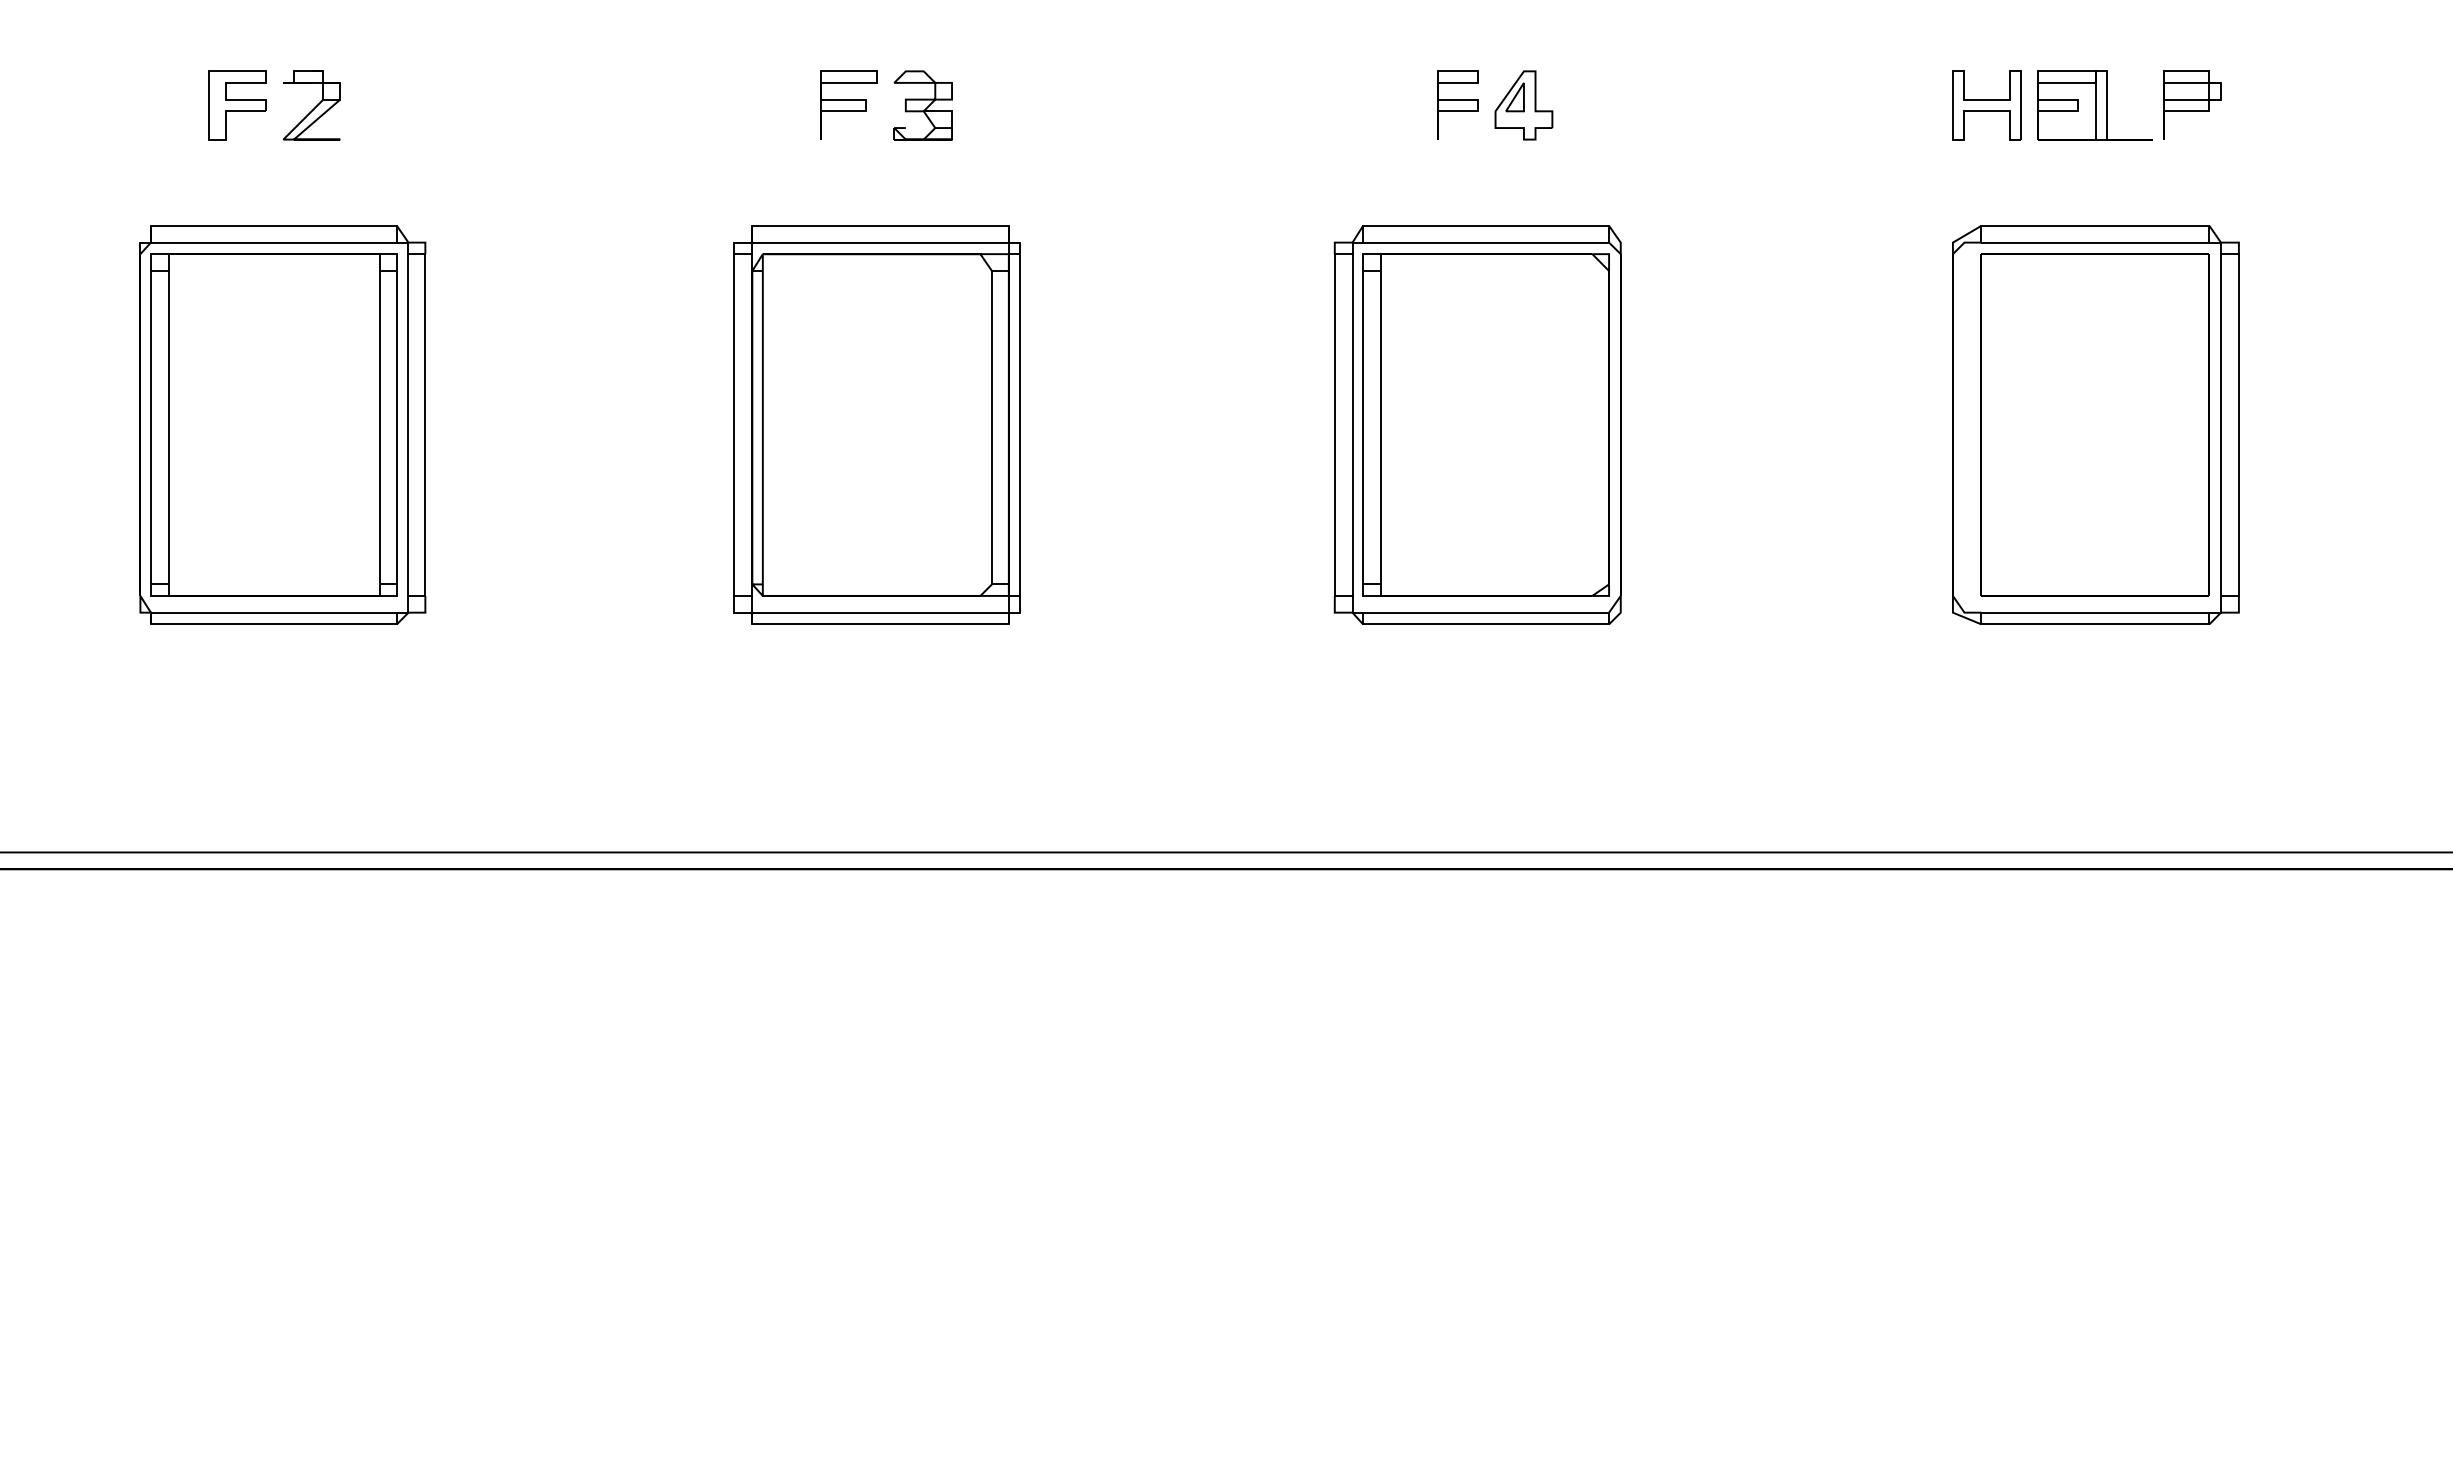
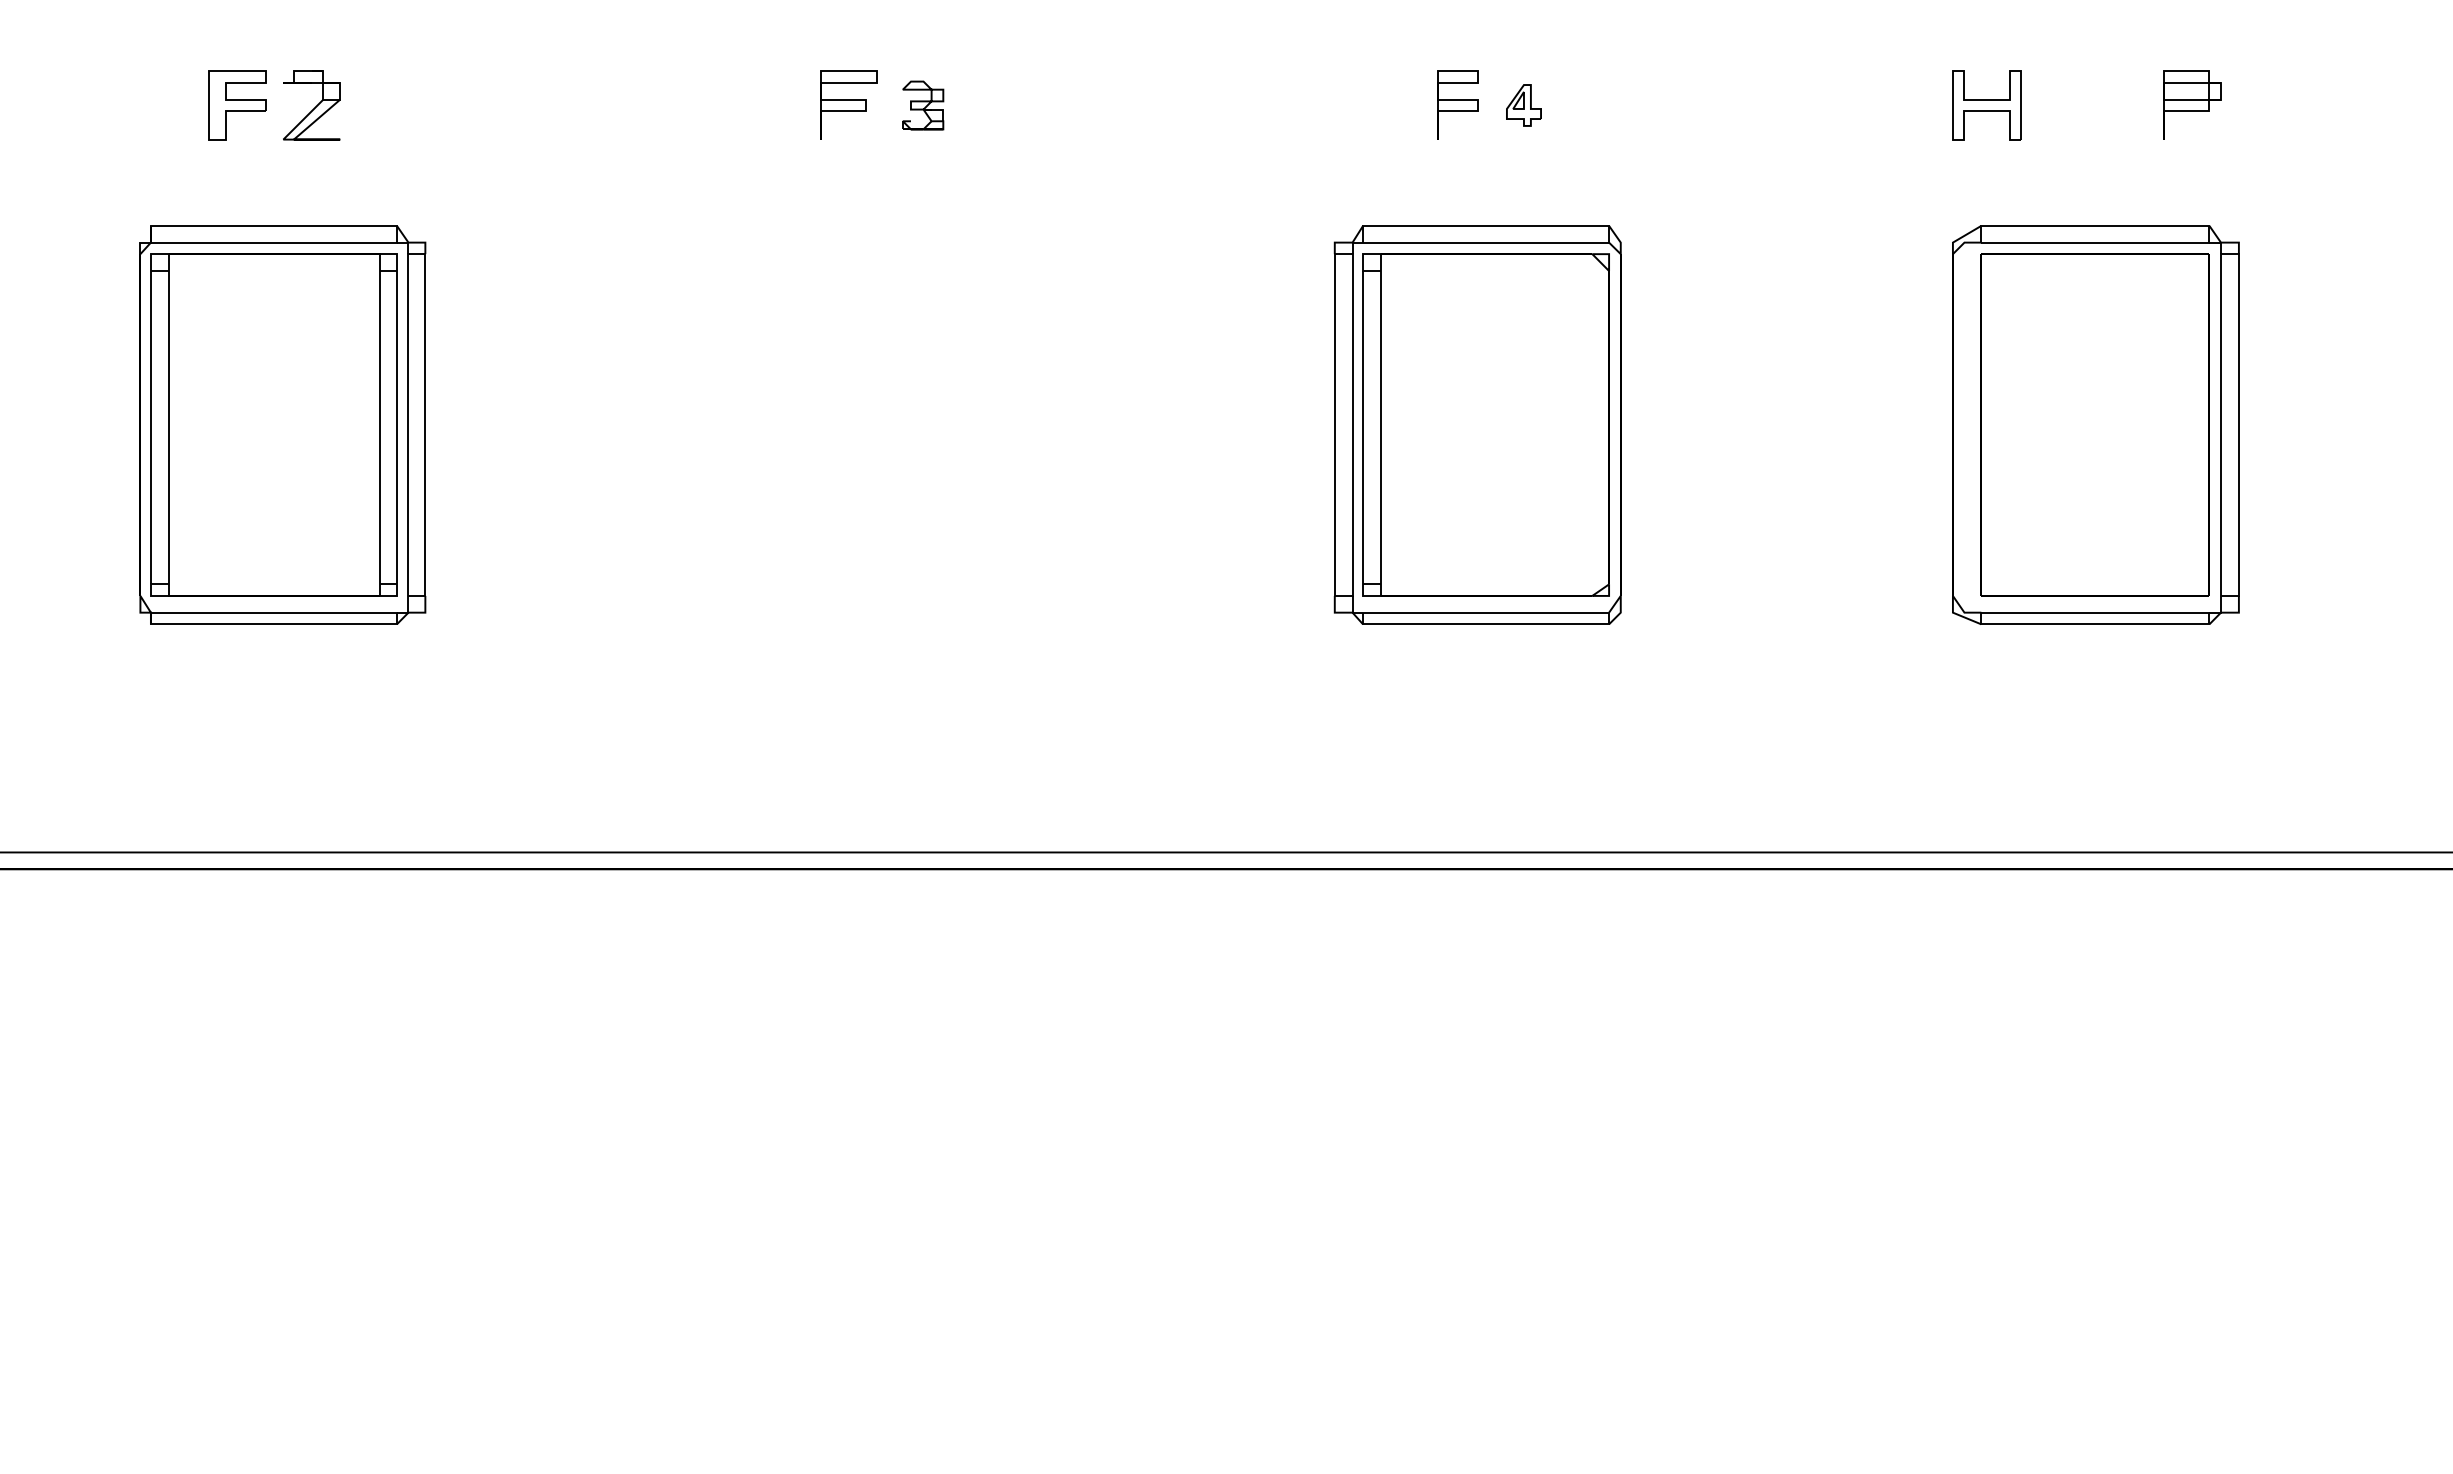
part at (922, 105) size: 60x71 px -> 43x51 px
part at (1523, 105) size: 60x71 px -> 36x43 px
part at (2094, 105): present -> none
part at (876, 424): present -> none
